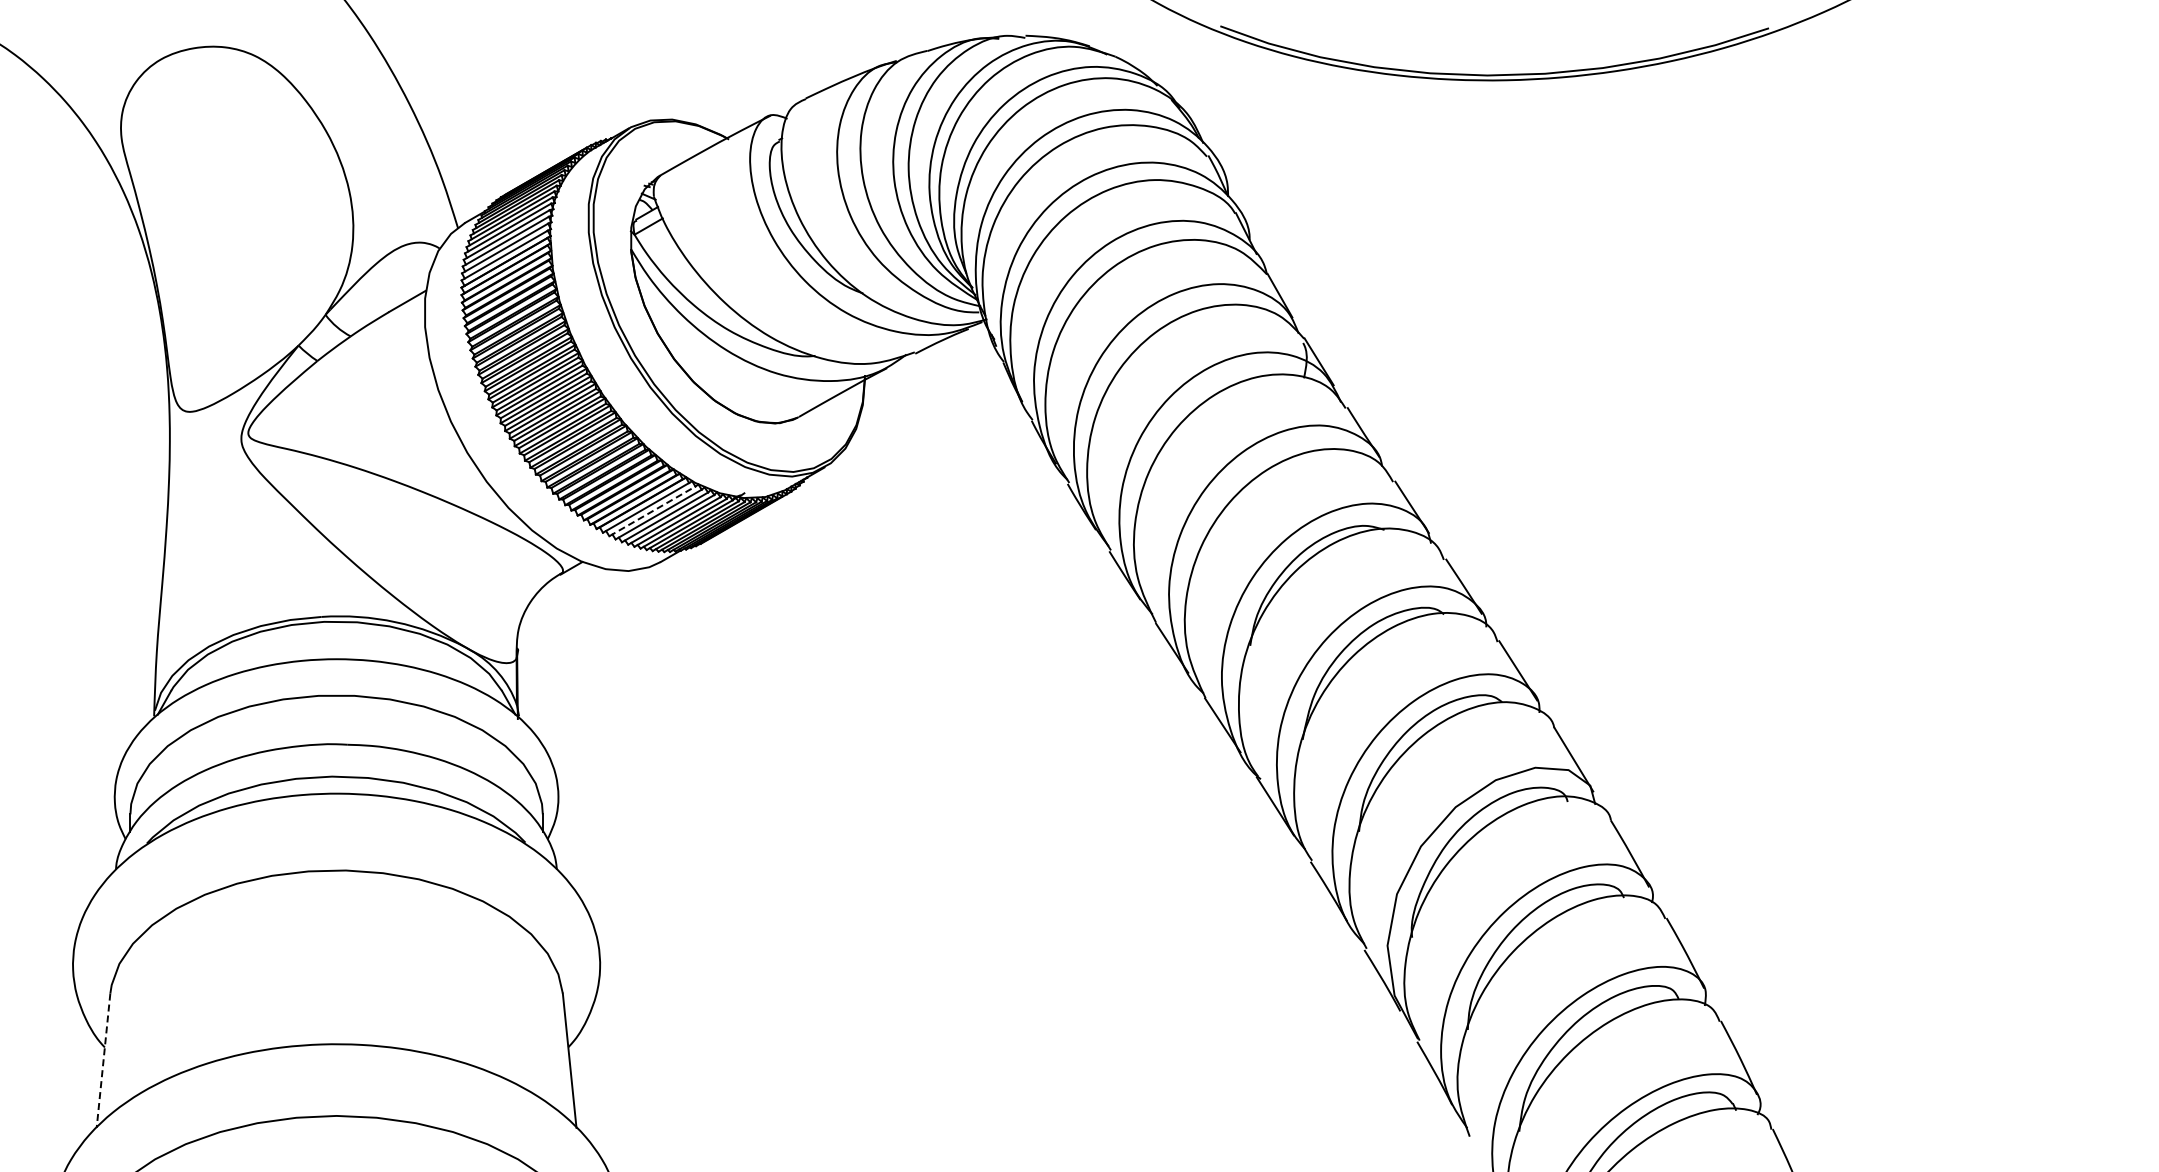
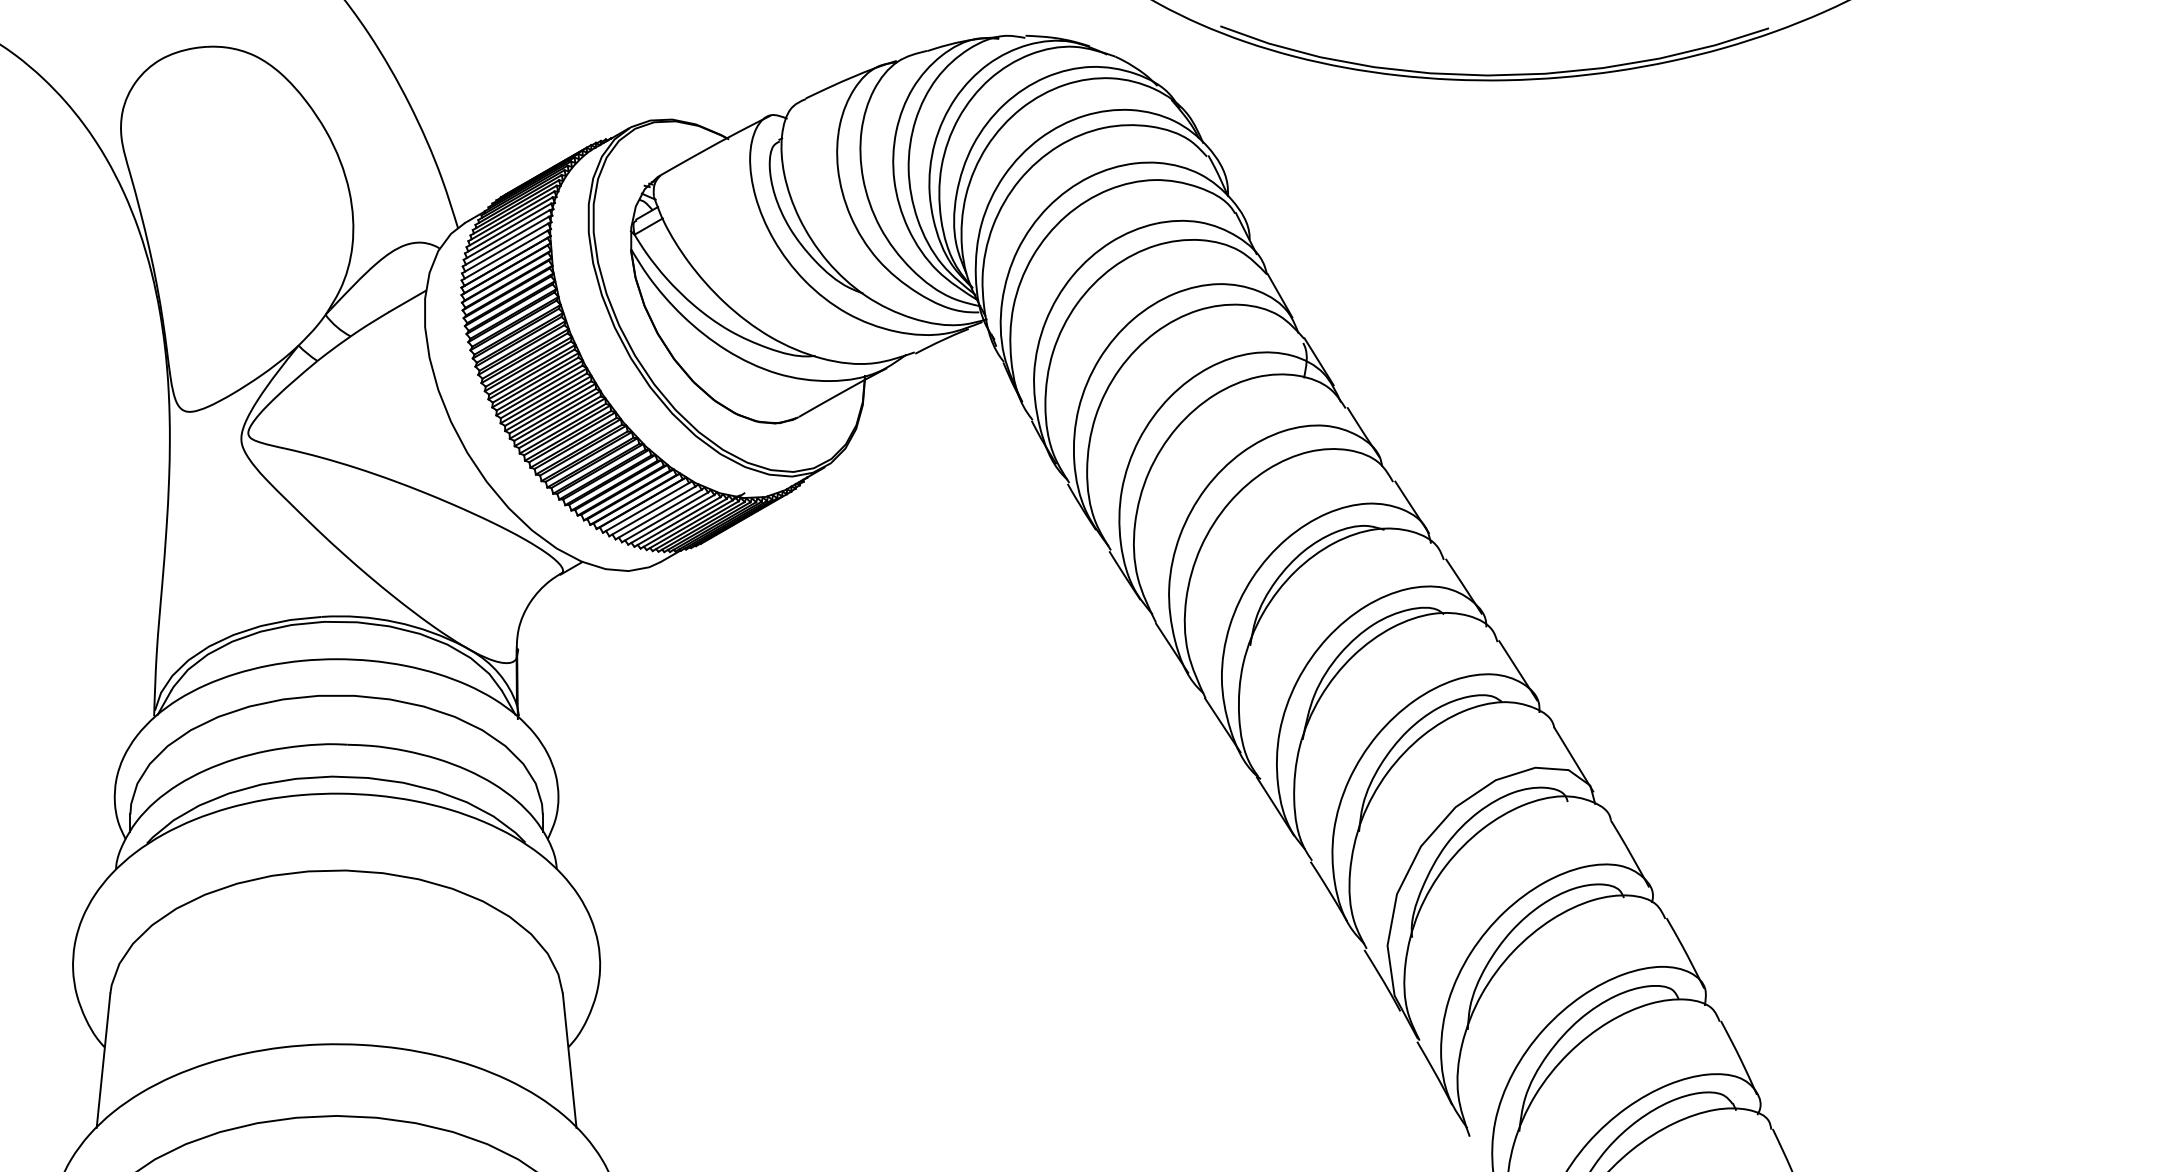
line at (652, 511): dashed -> solid
line at (103, 1061): dashed -> solid
